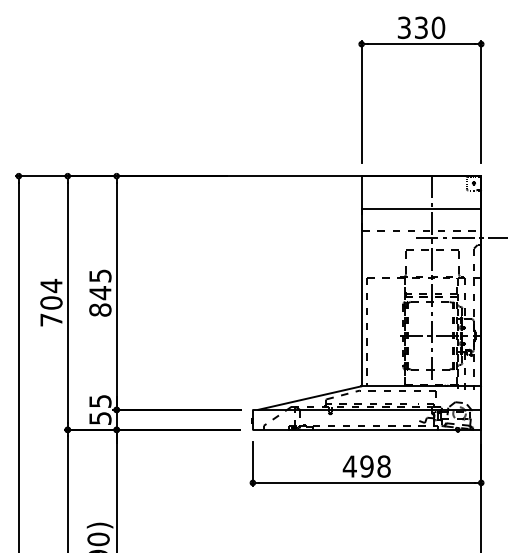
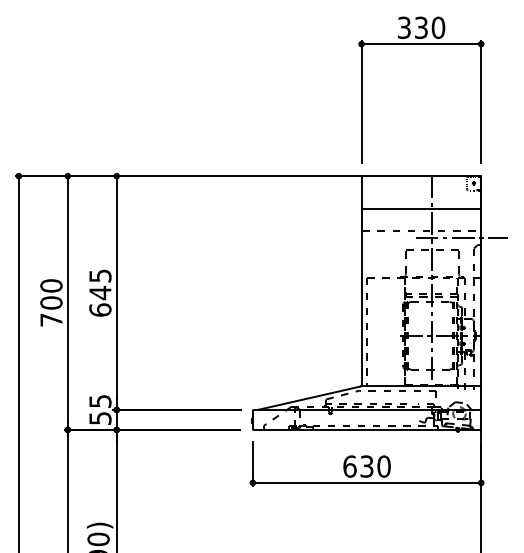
text at (51, 285): 704 -> 700
text at (100, 309): 845 -> 645
text at (366, 466): 498 -> 630
